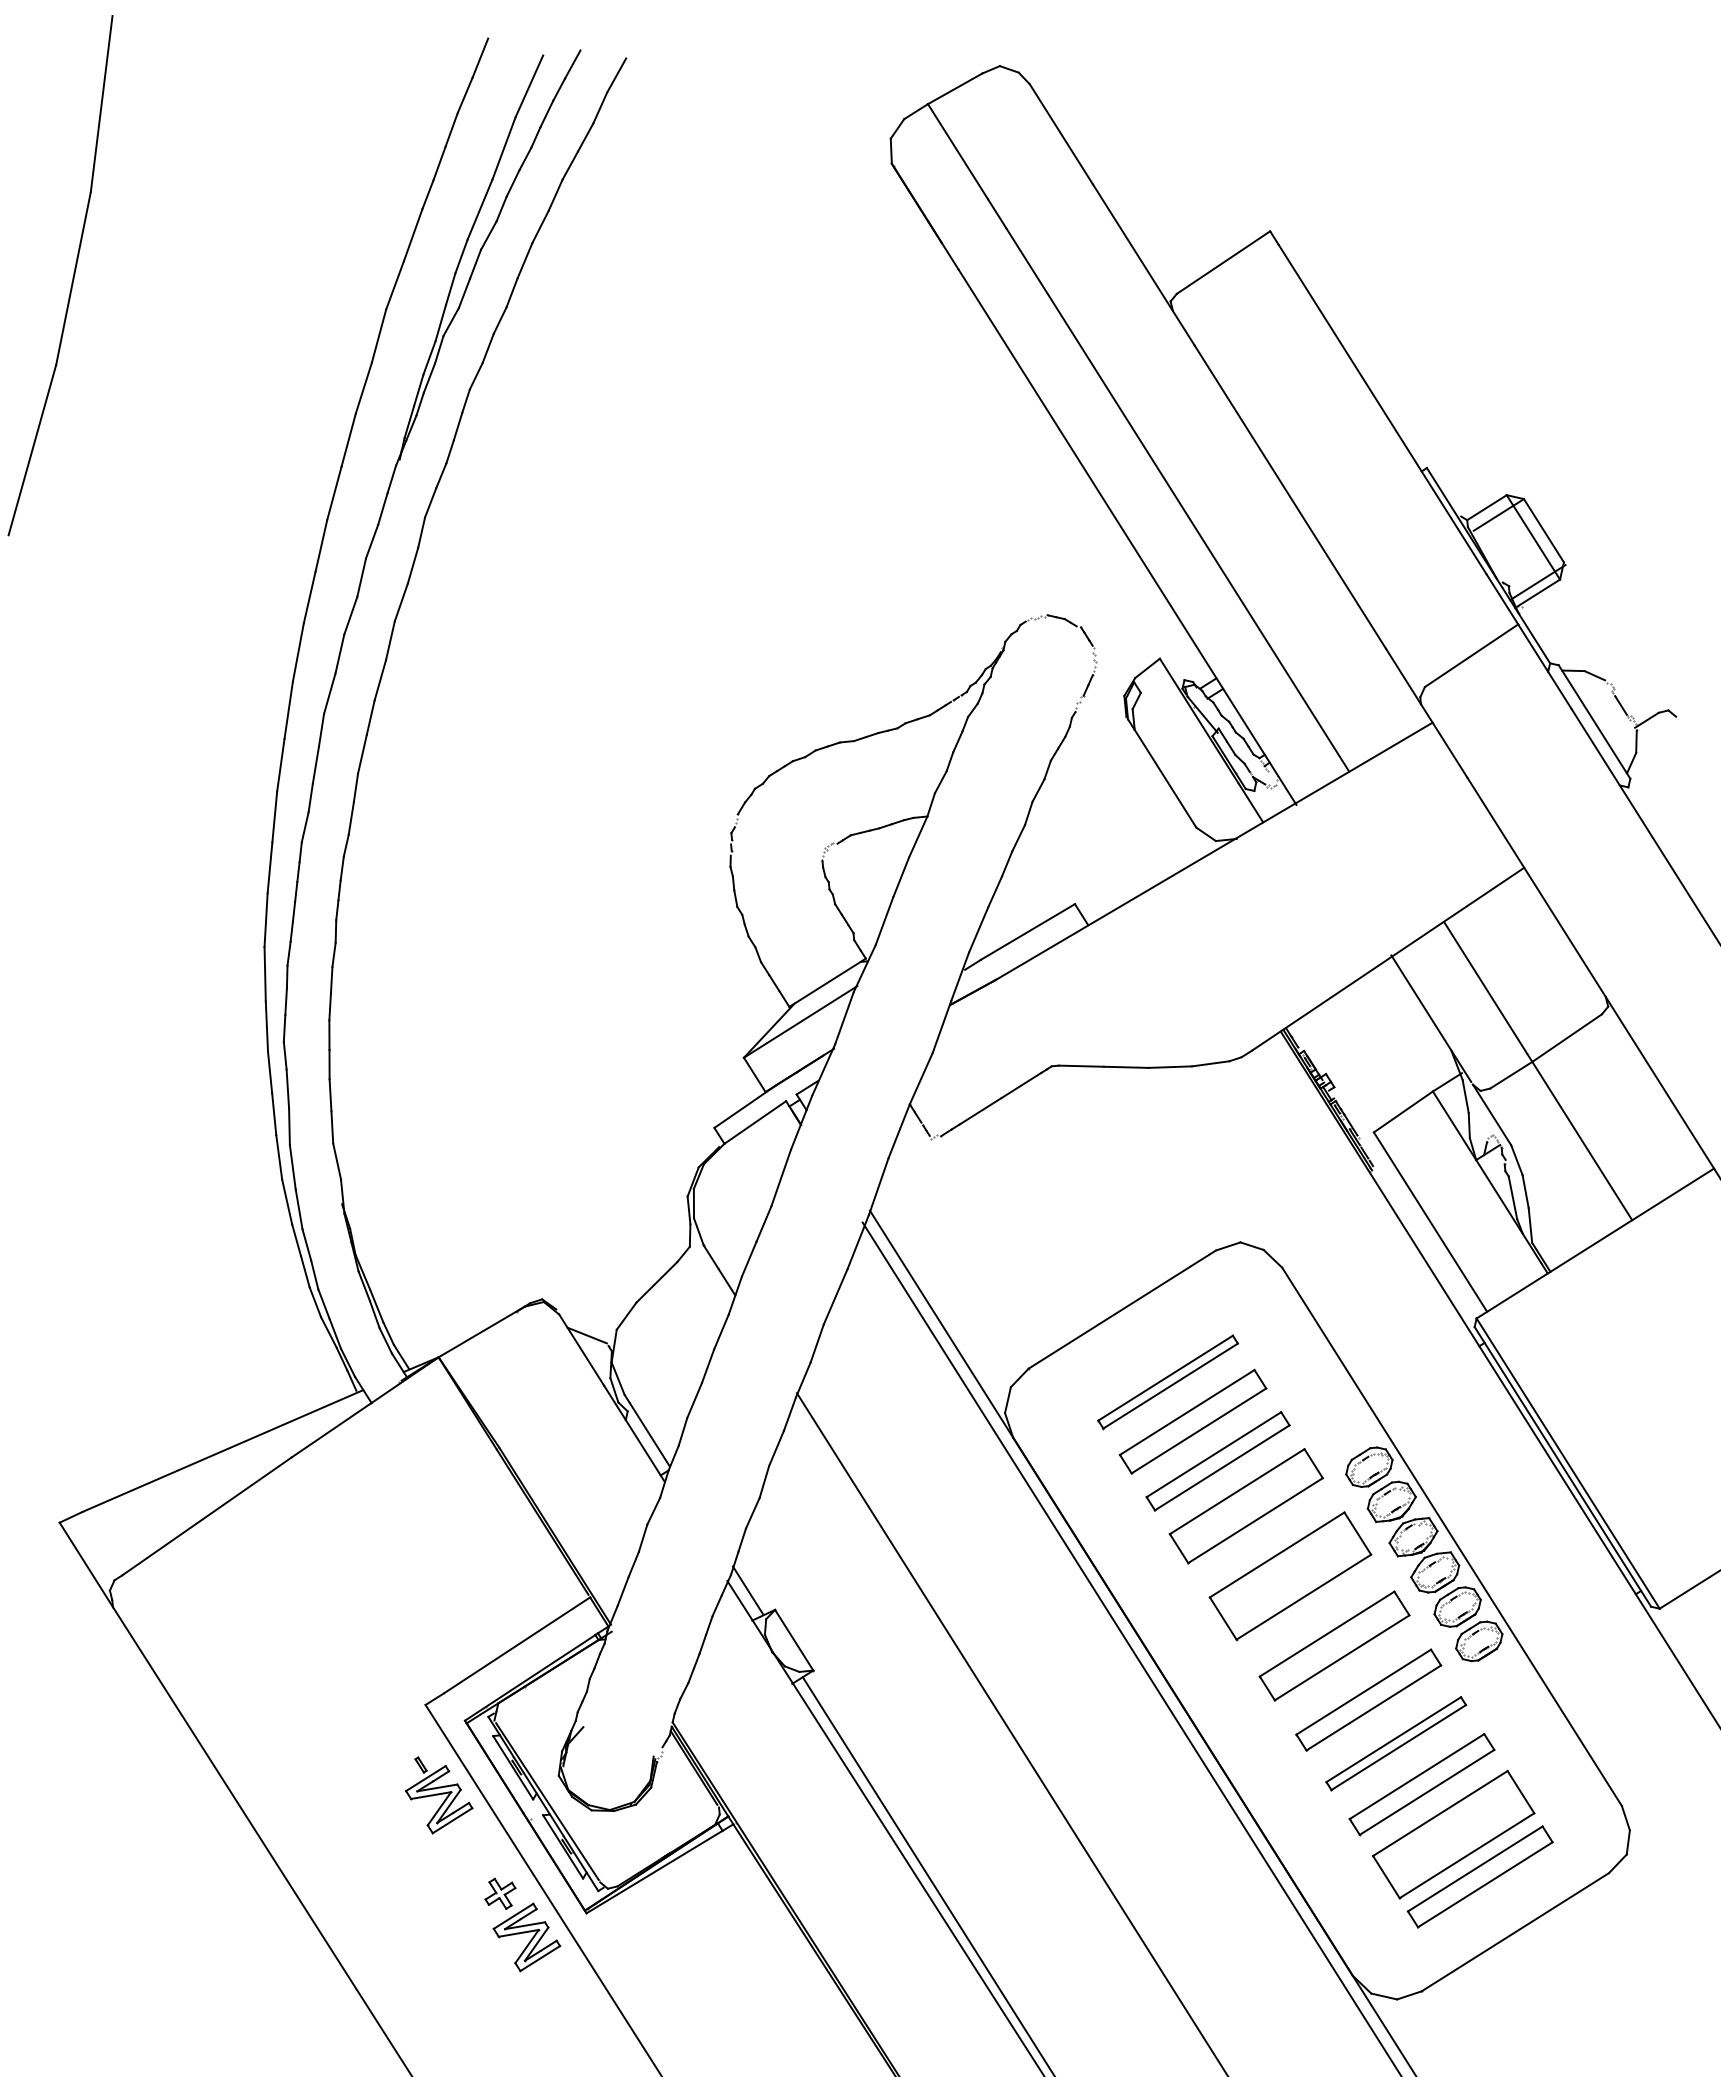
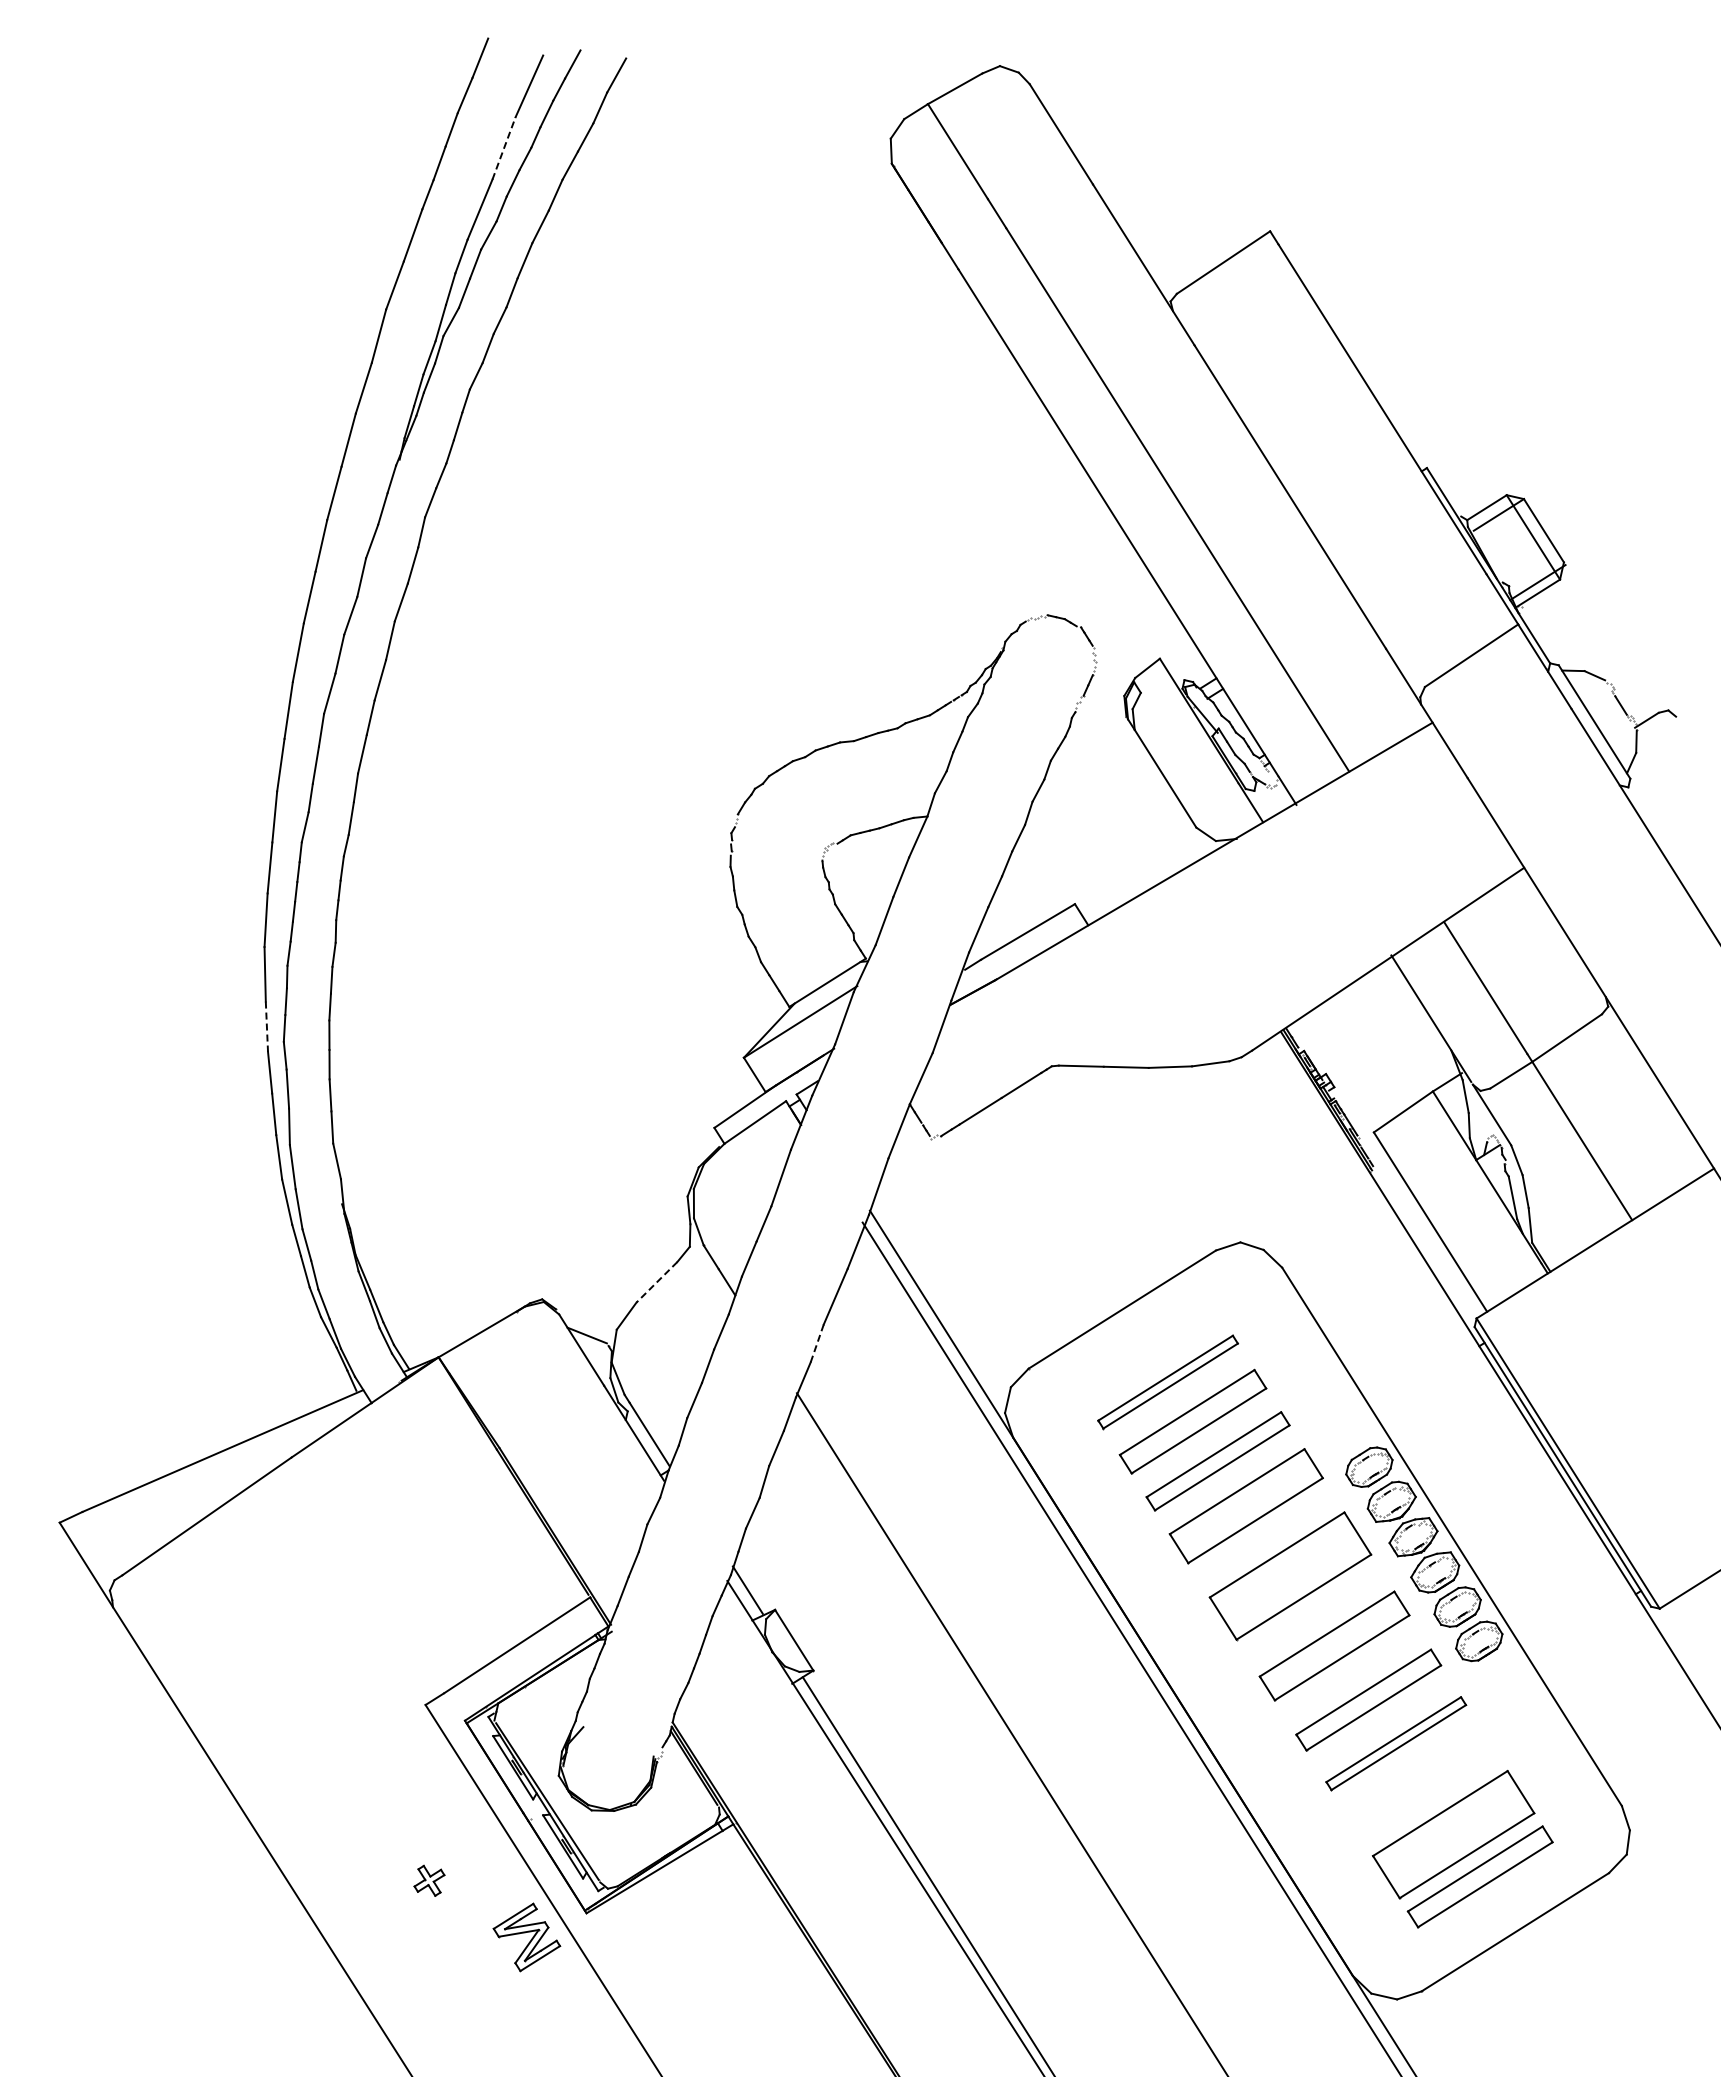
line at (504, 148): solid -> dashed
part at (72, 277): present -> none
line at (266, 1027): solid -> dashed
line at (656, 1282): solid -> dashed
line at (817, 1343): solid -> dashed
part at (1421, 1784): present -> none
part at (439, 1795): present -> none
part at (500, 1893) position: (500, 1893) -> (429, 1880)
